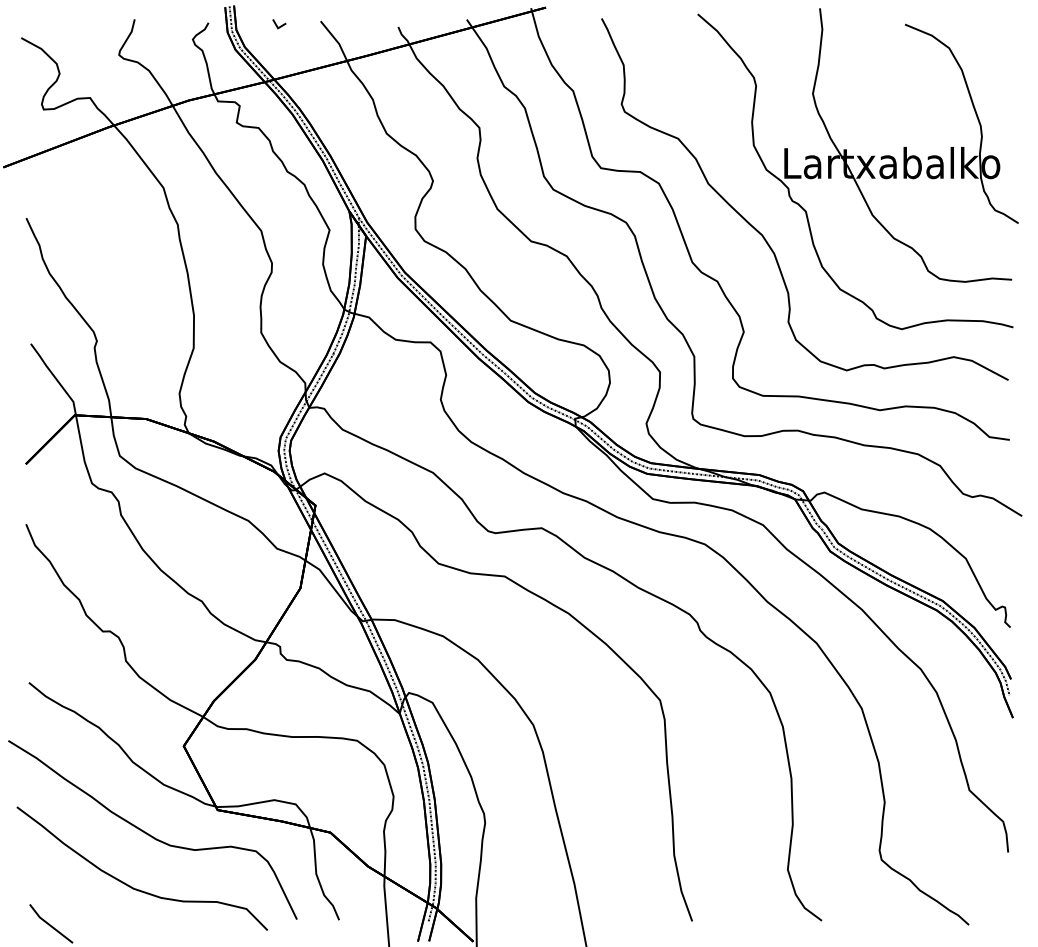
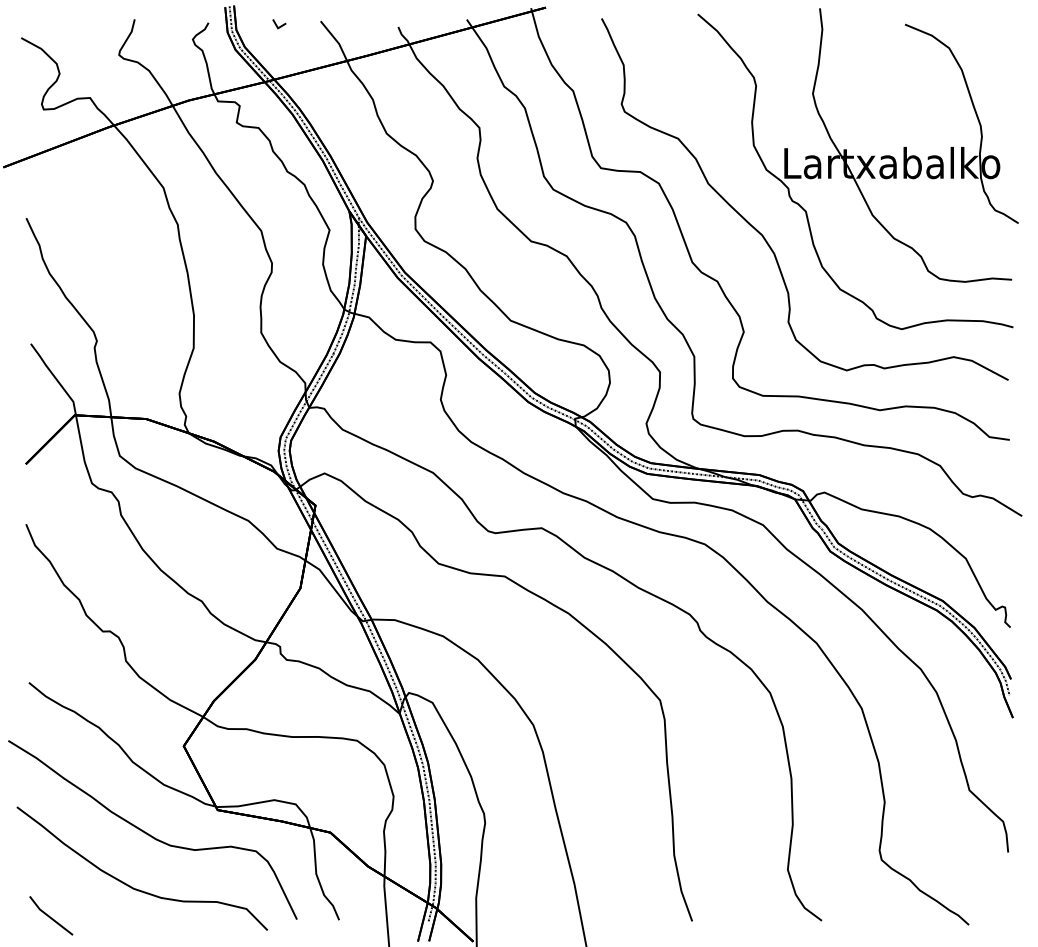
part at (51, 923) position: (51, 923) -> (51, 915)
